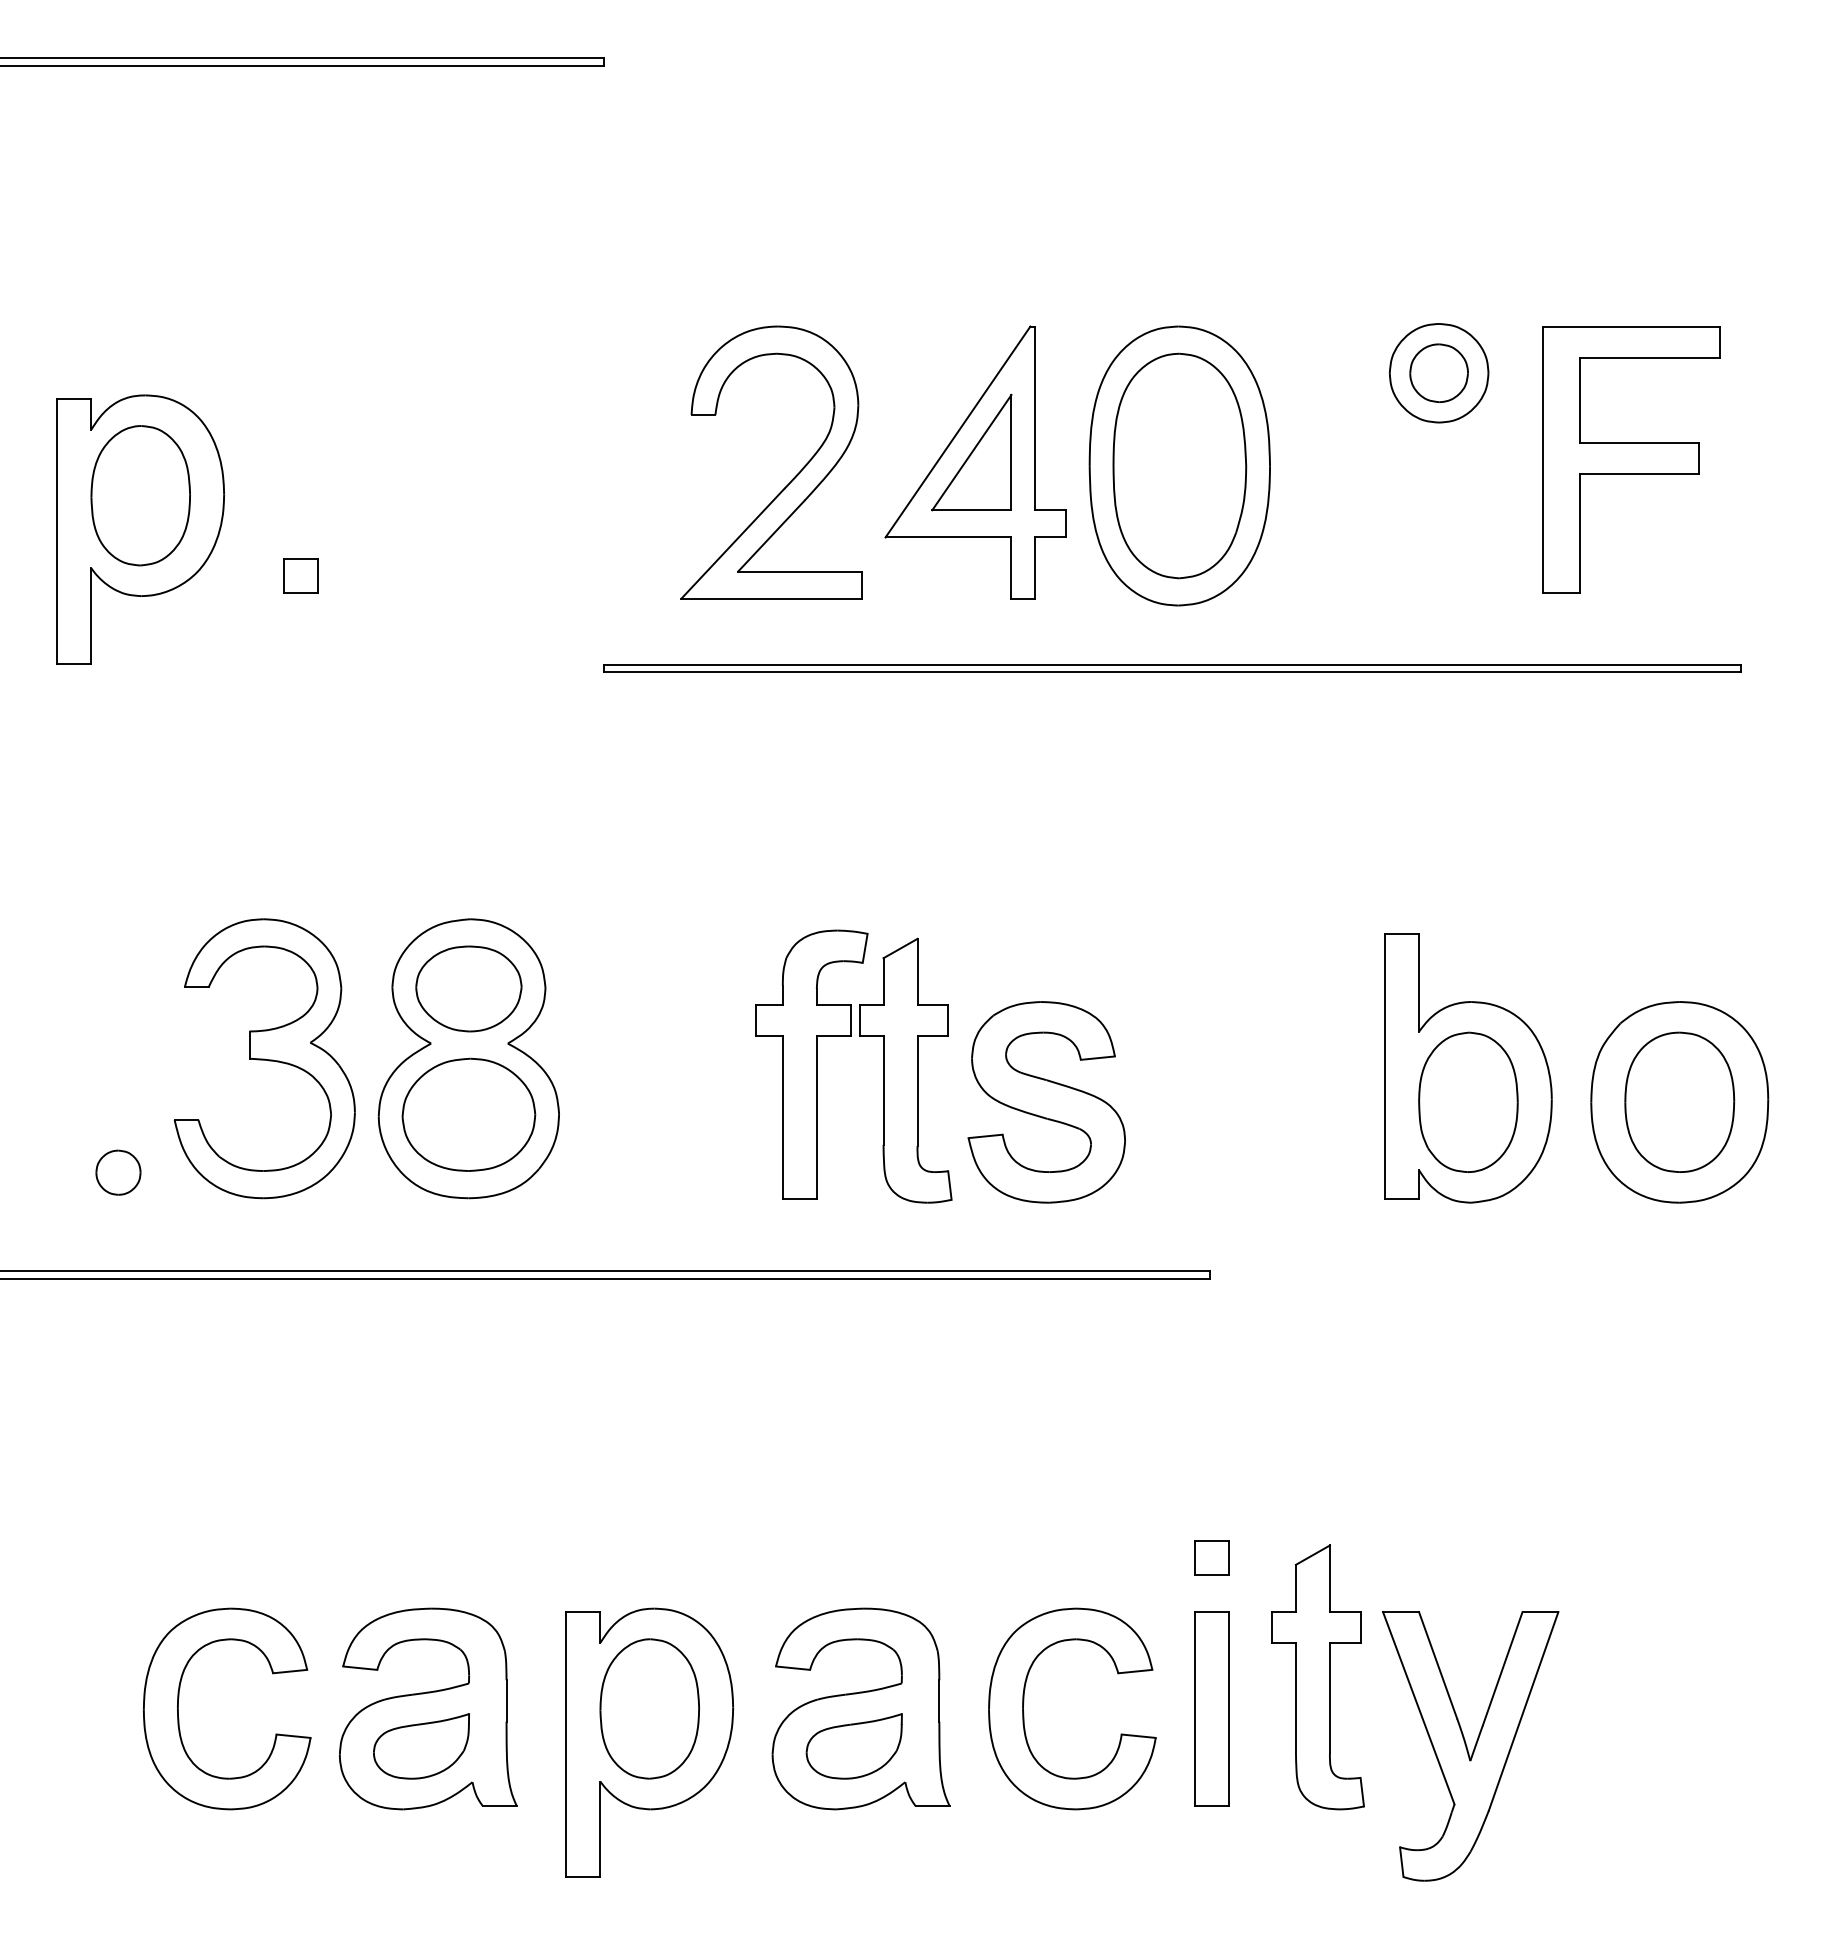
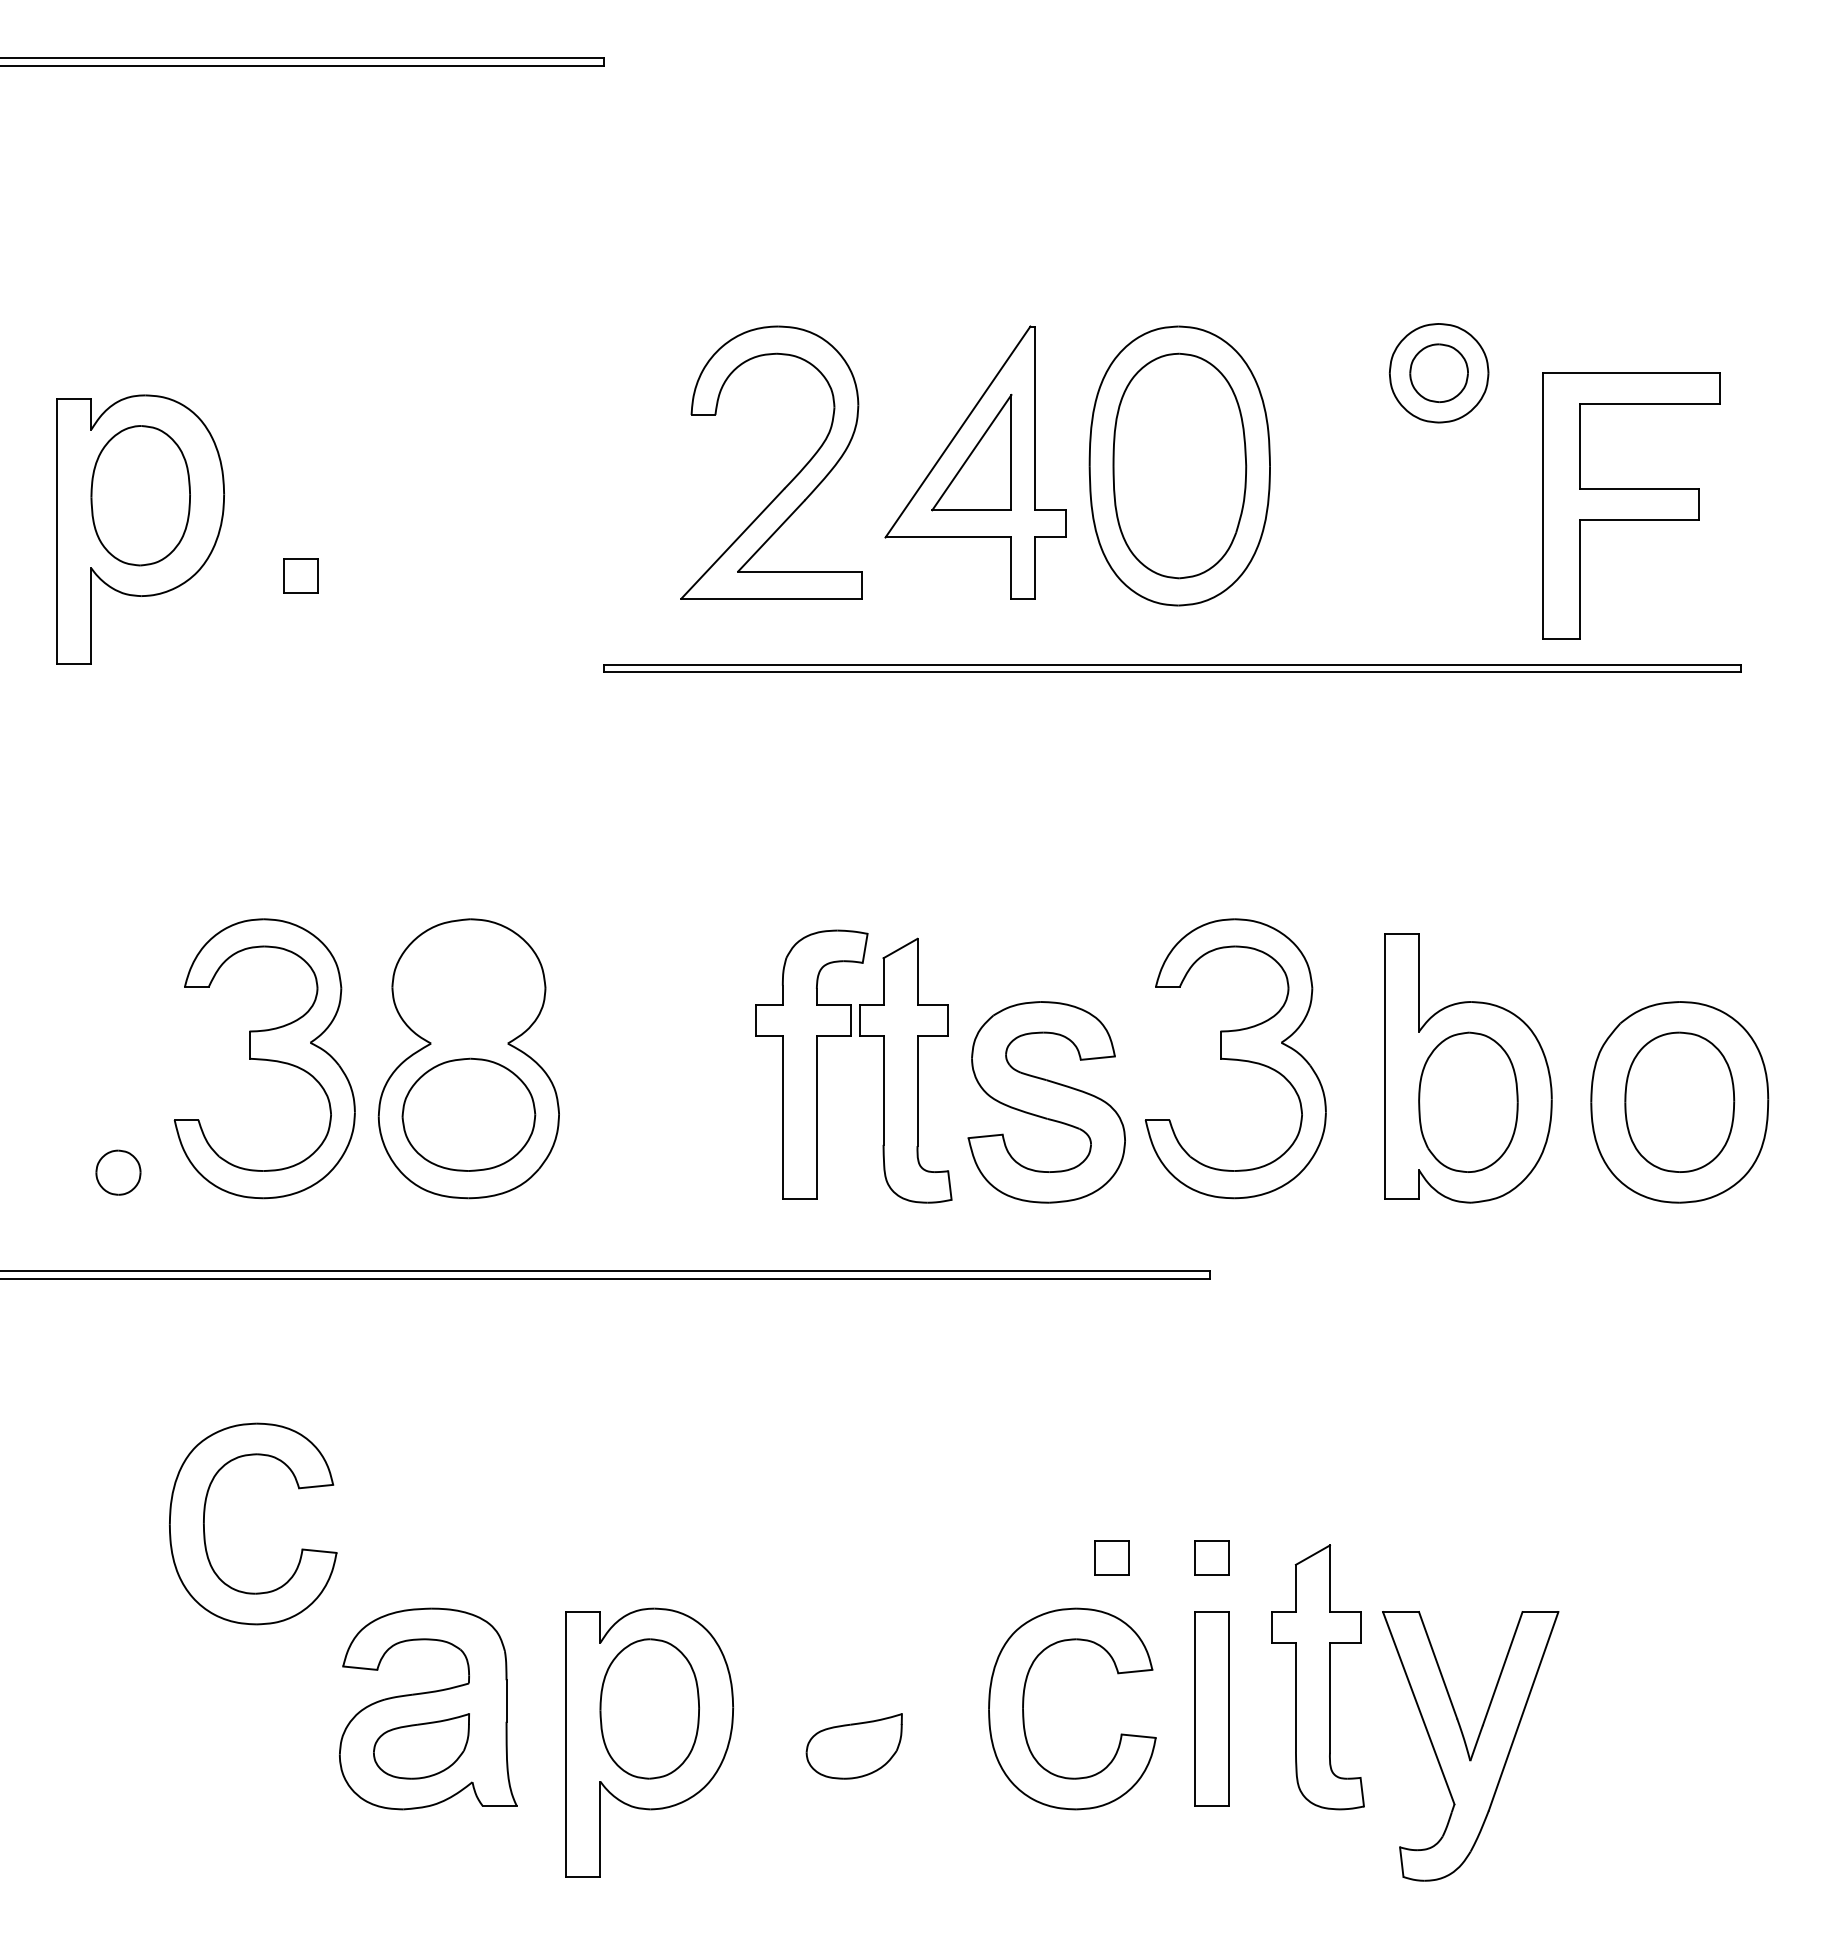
part at (1631, 459) position: (1631, 459) -> (1631, 505)
part at (468, 988): present -> none
part at (1235, 1058): none -> present
part at (1111, 1557): none -> present
part at (178, 1708) position: (178, 1708) -> (204, 1523)
part at (860, 1708): present -> none
